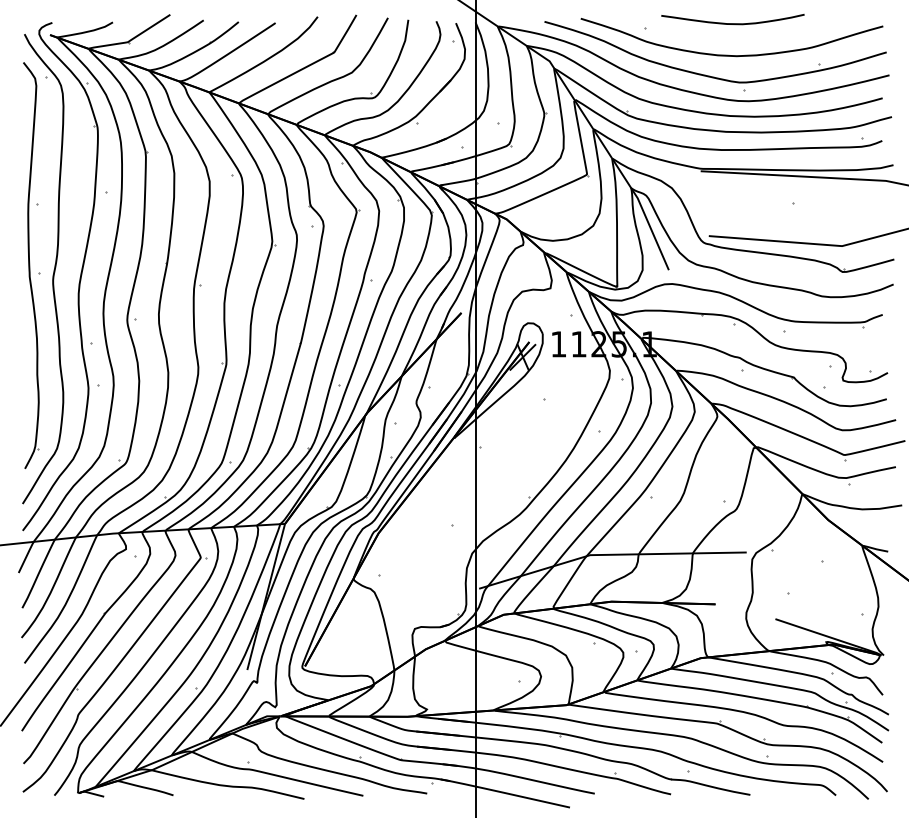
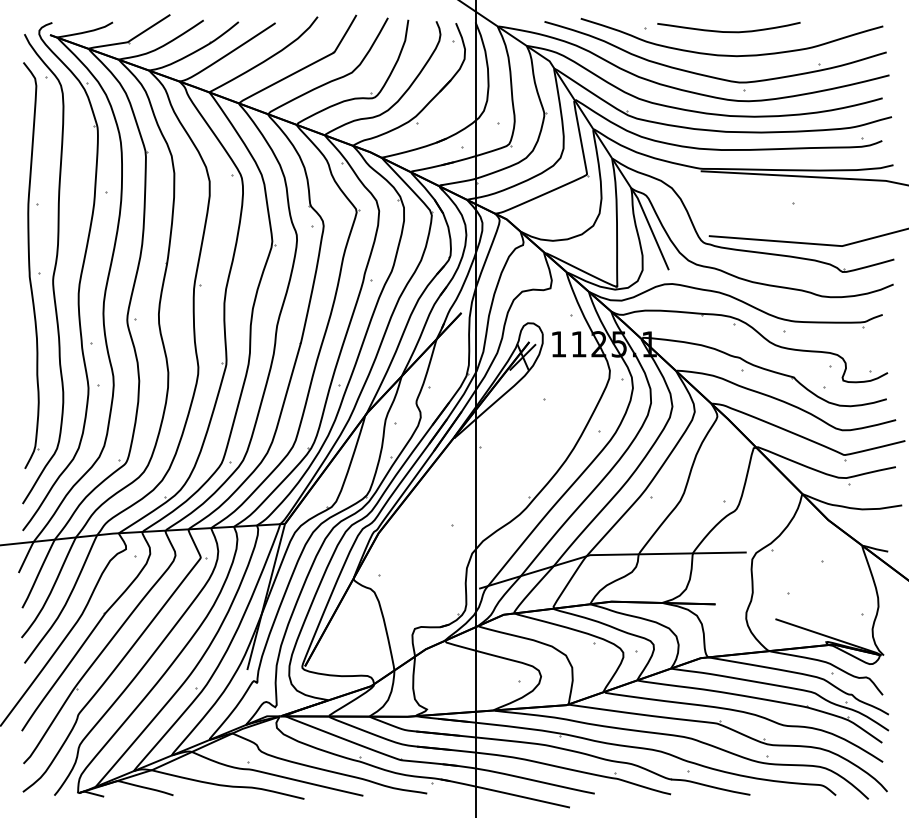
curve at (732, 23) position: (732, 23) -> (728, 31)
